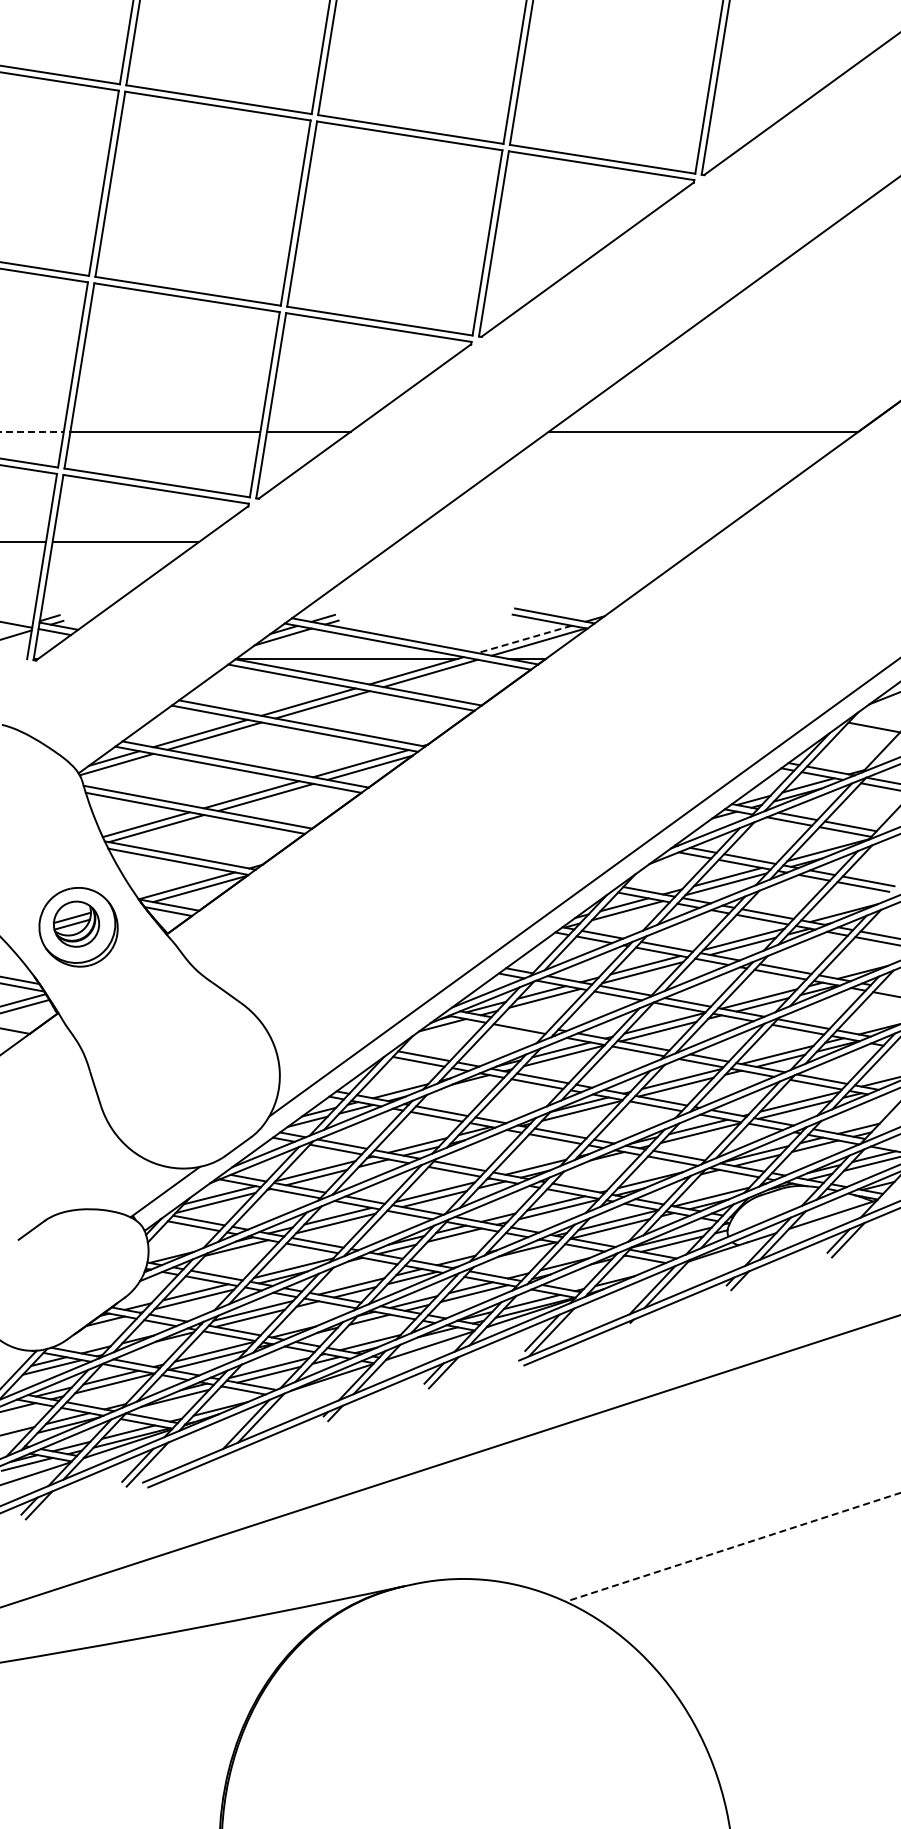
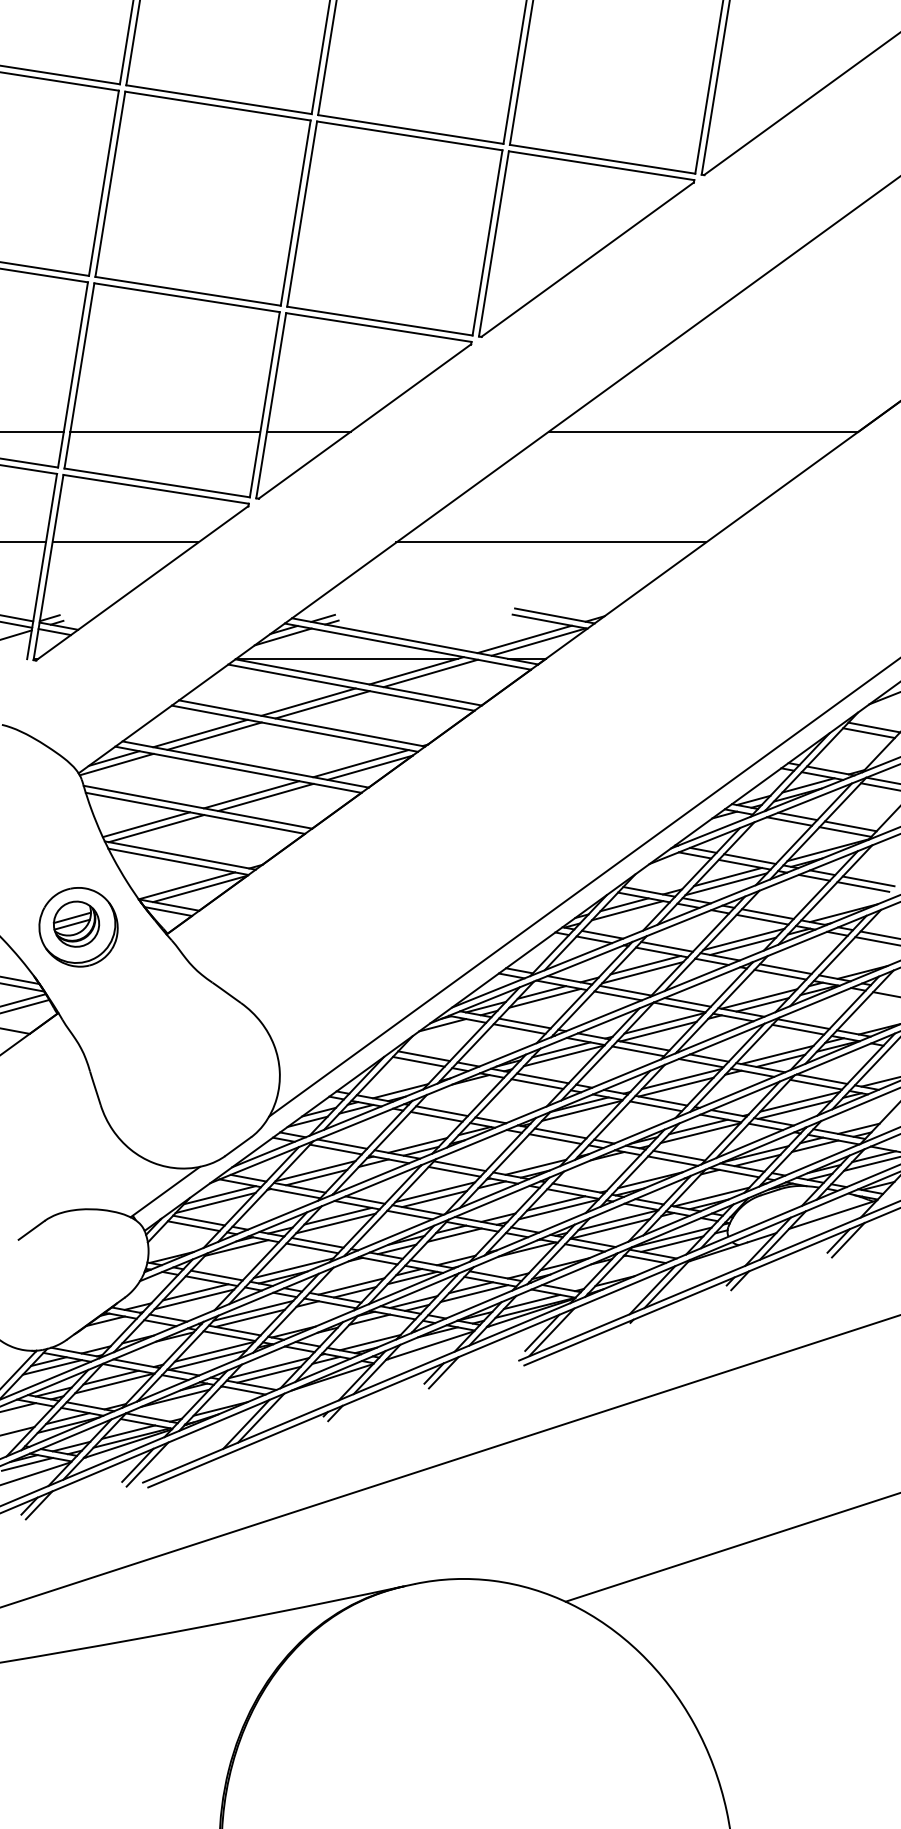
line at (31, 431): dashed -> solid
line at (551, 542): none -> present
line at (17, 618): none -> present
line at (524, 639): dashed -> solid
line at (868, 733): none -> present
line at (524, 1023): none -> present
line at (733, 1547): dashed -> solid
